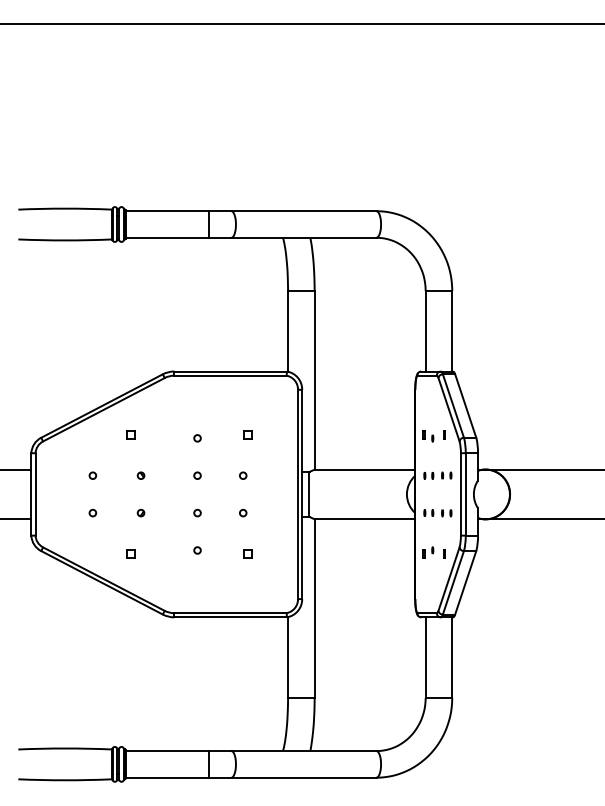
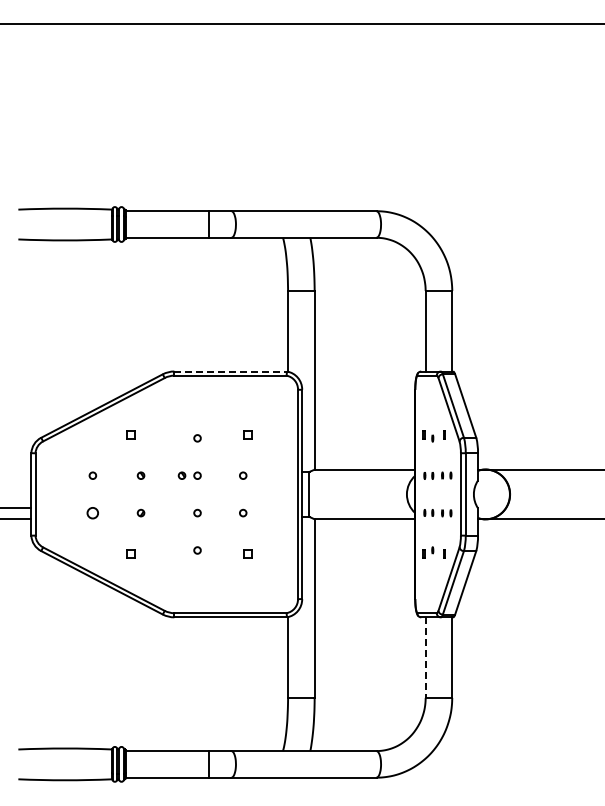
line at (231, 371): solid -> dashed
line at (16, 469) position: (16, 469) -> (16, 507)
part at (181, 475): none -> present
circle at (92, 512) size: 10x10 px -> 13x13 px
line at (425, 658): solid -> dashed
